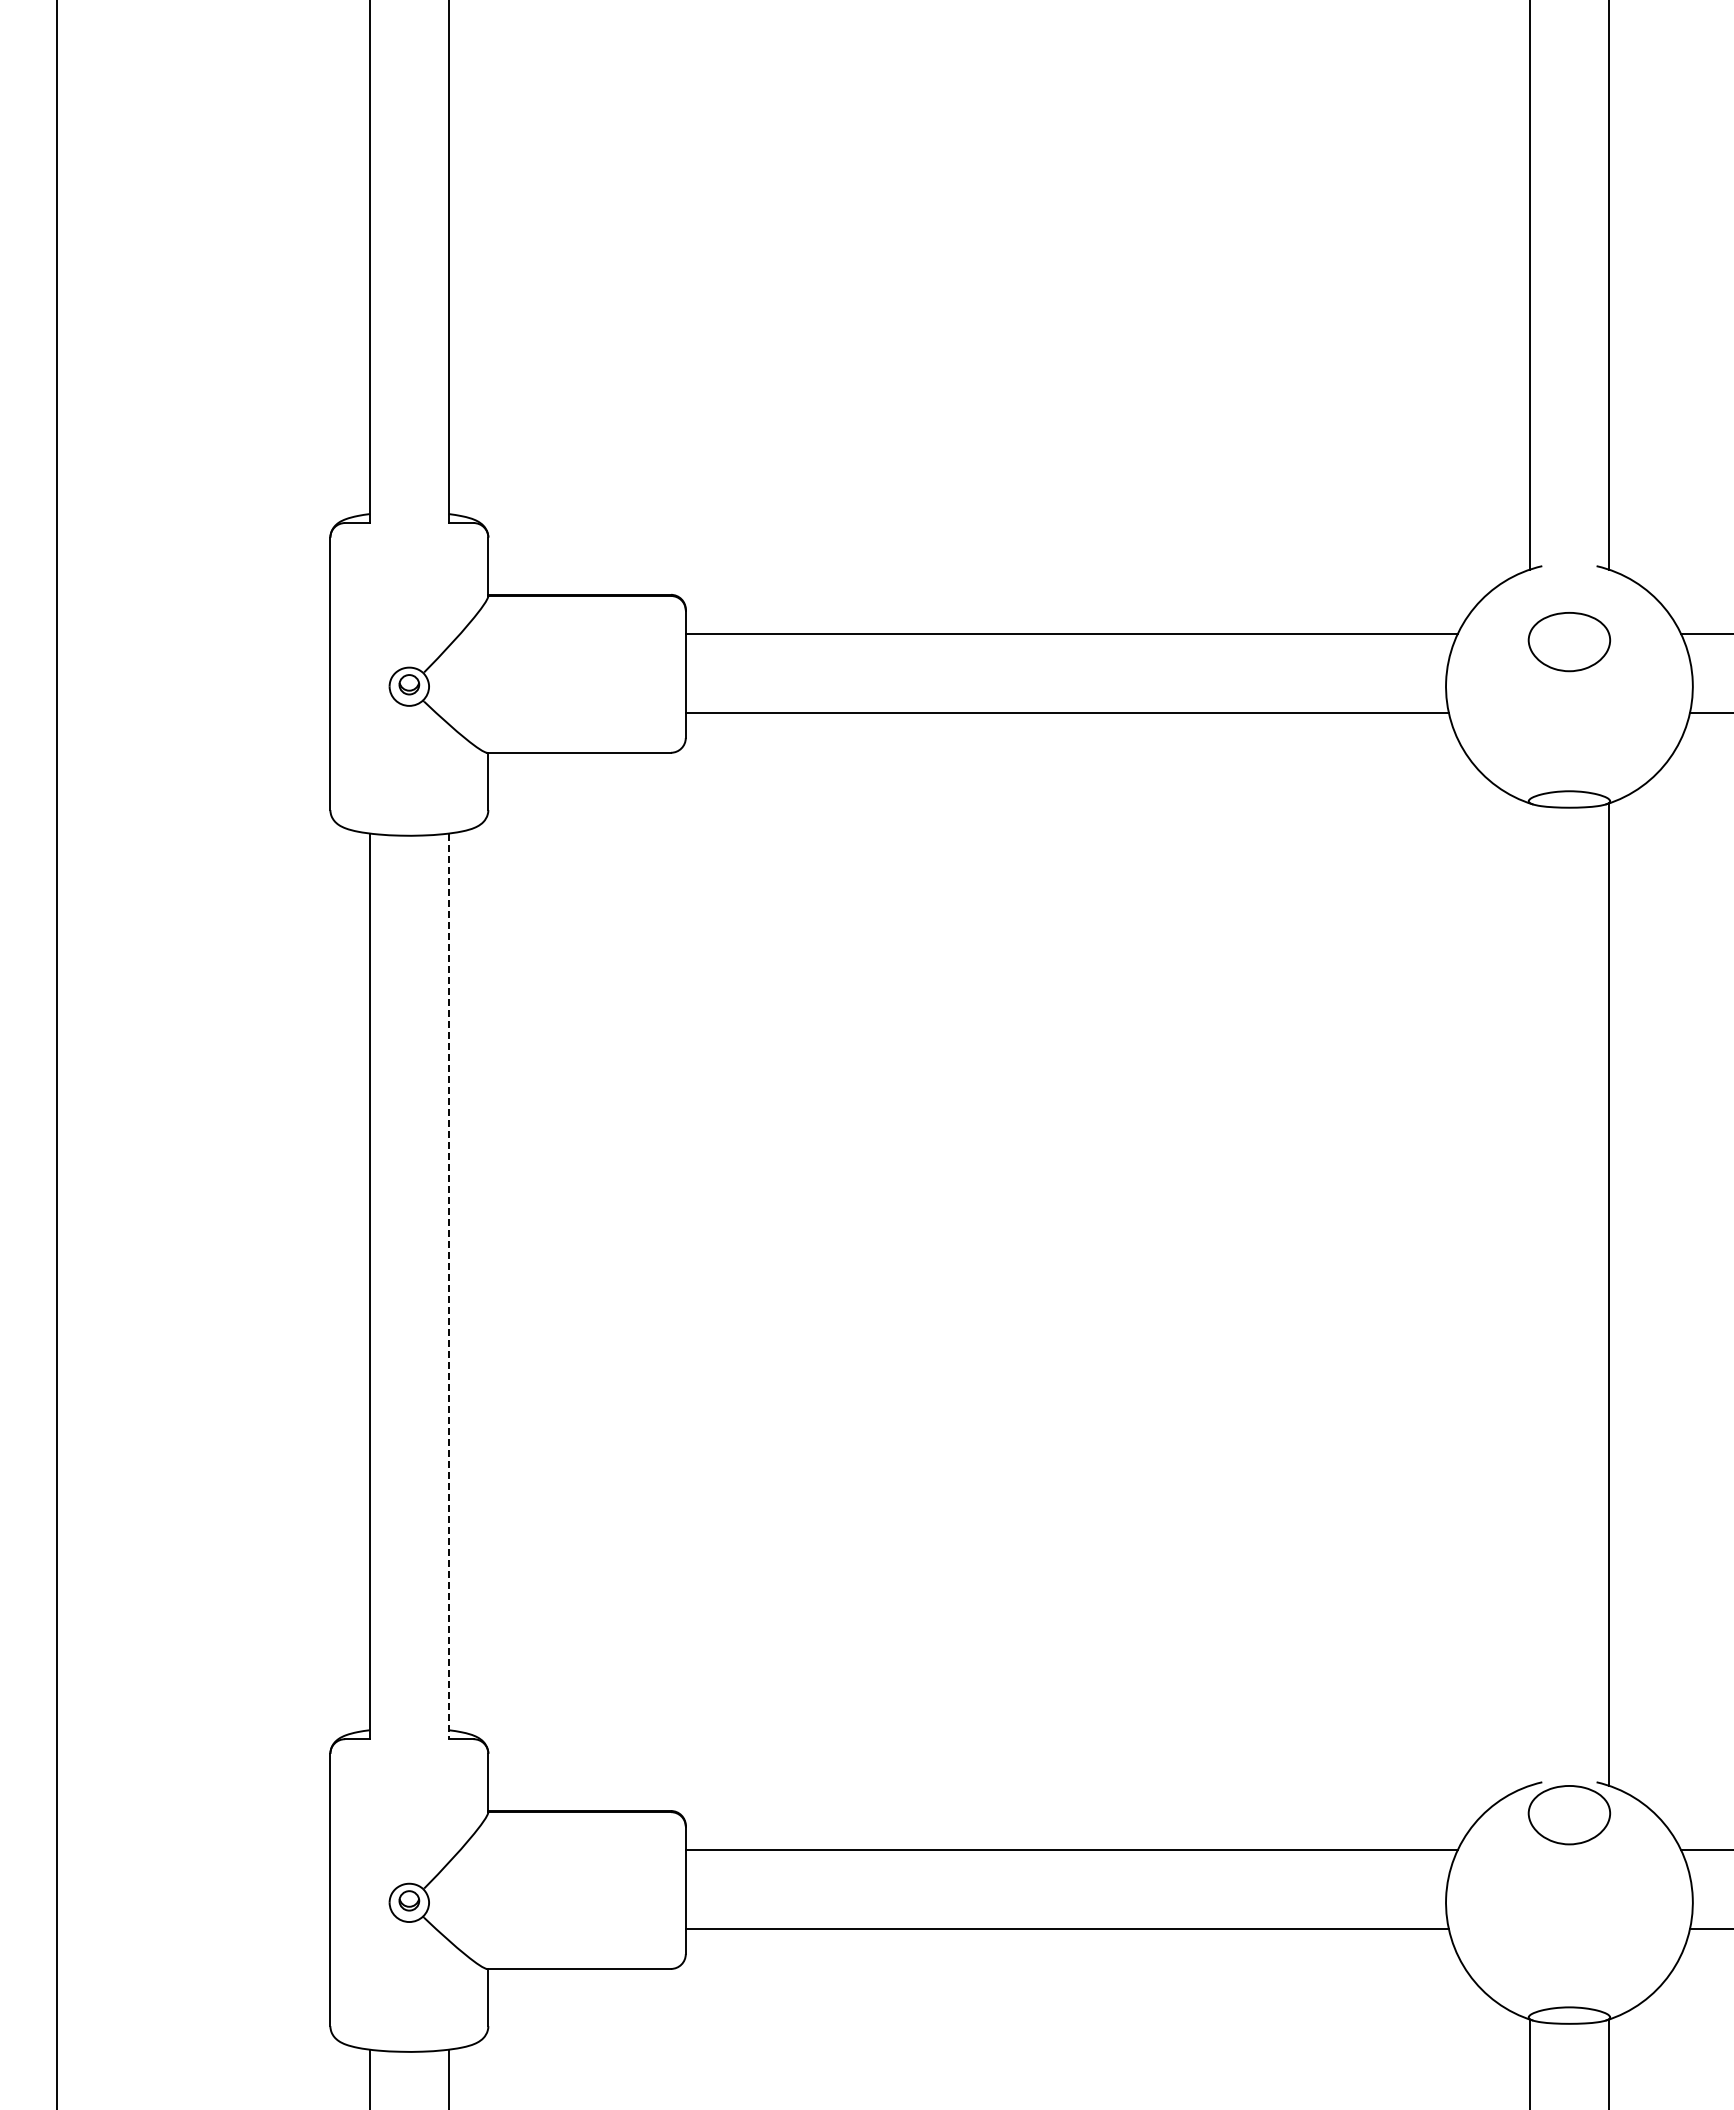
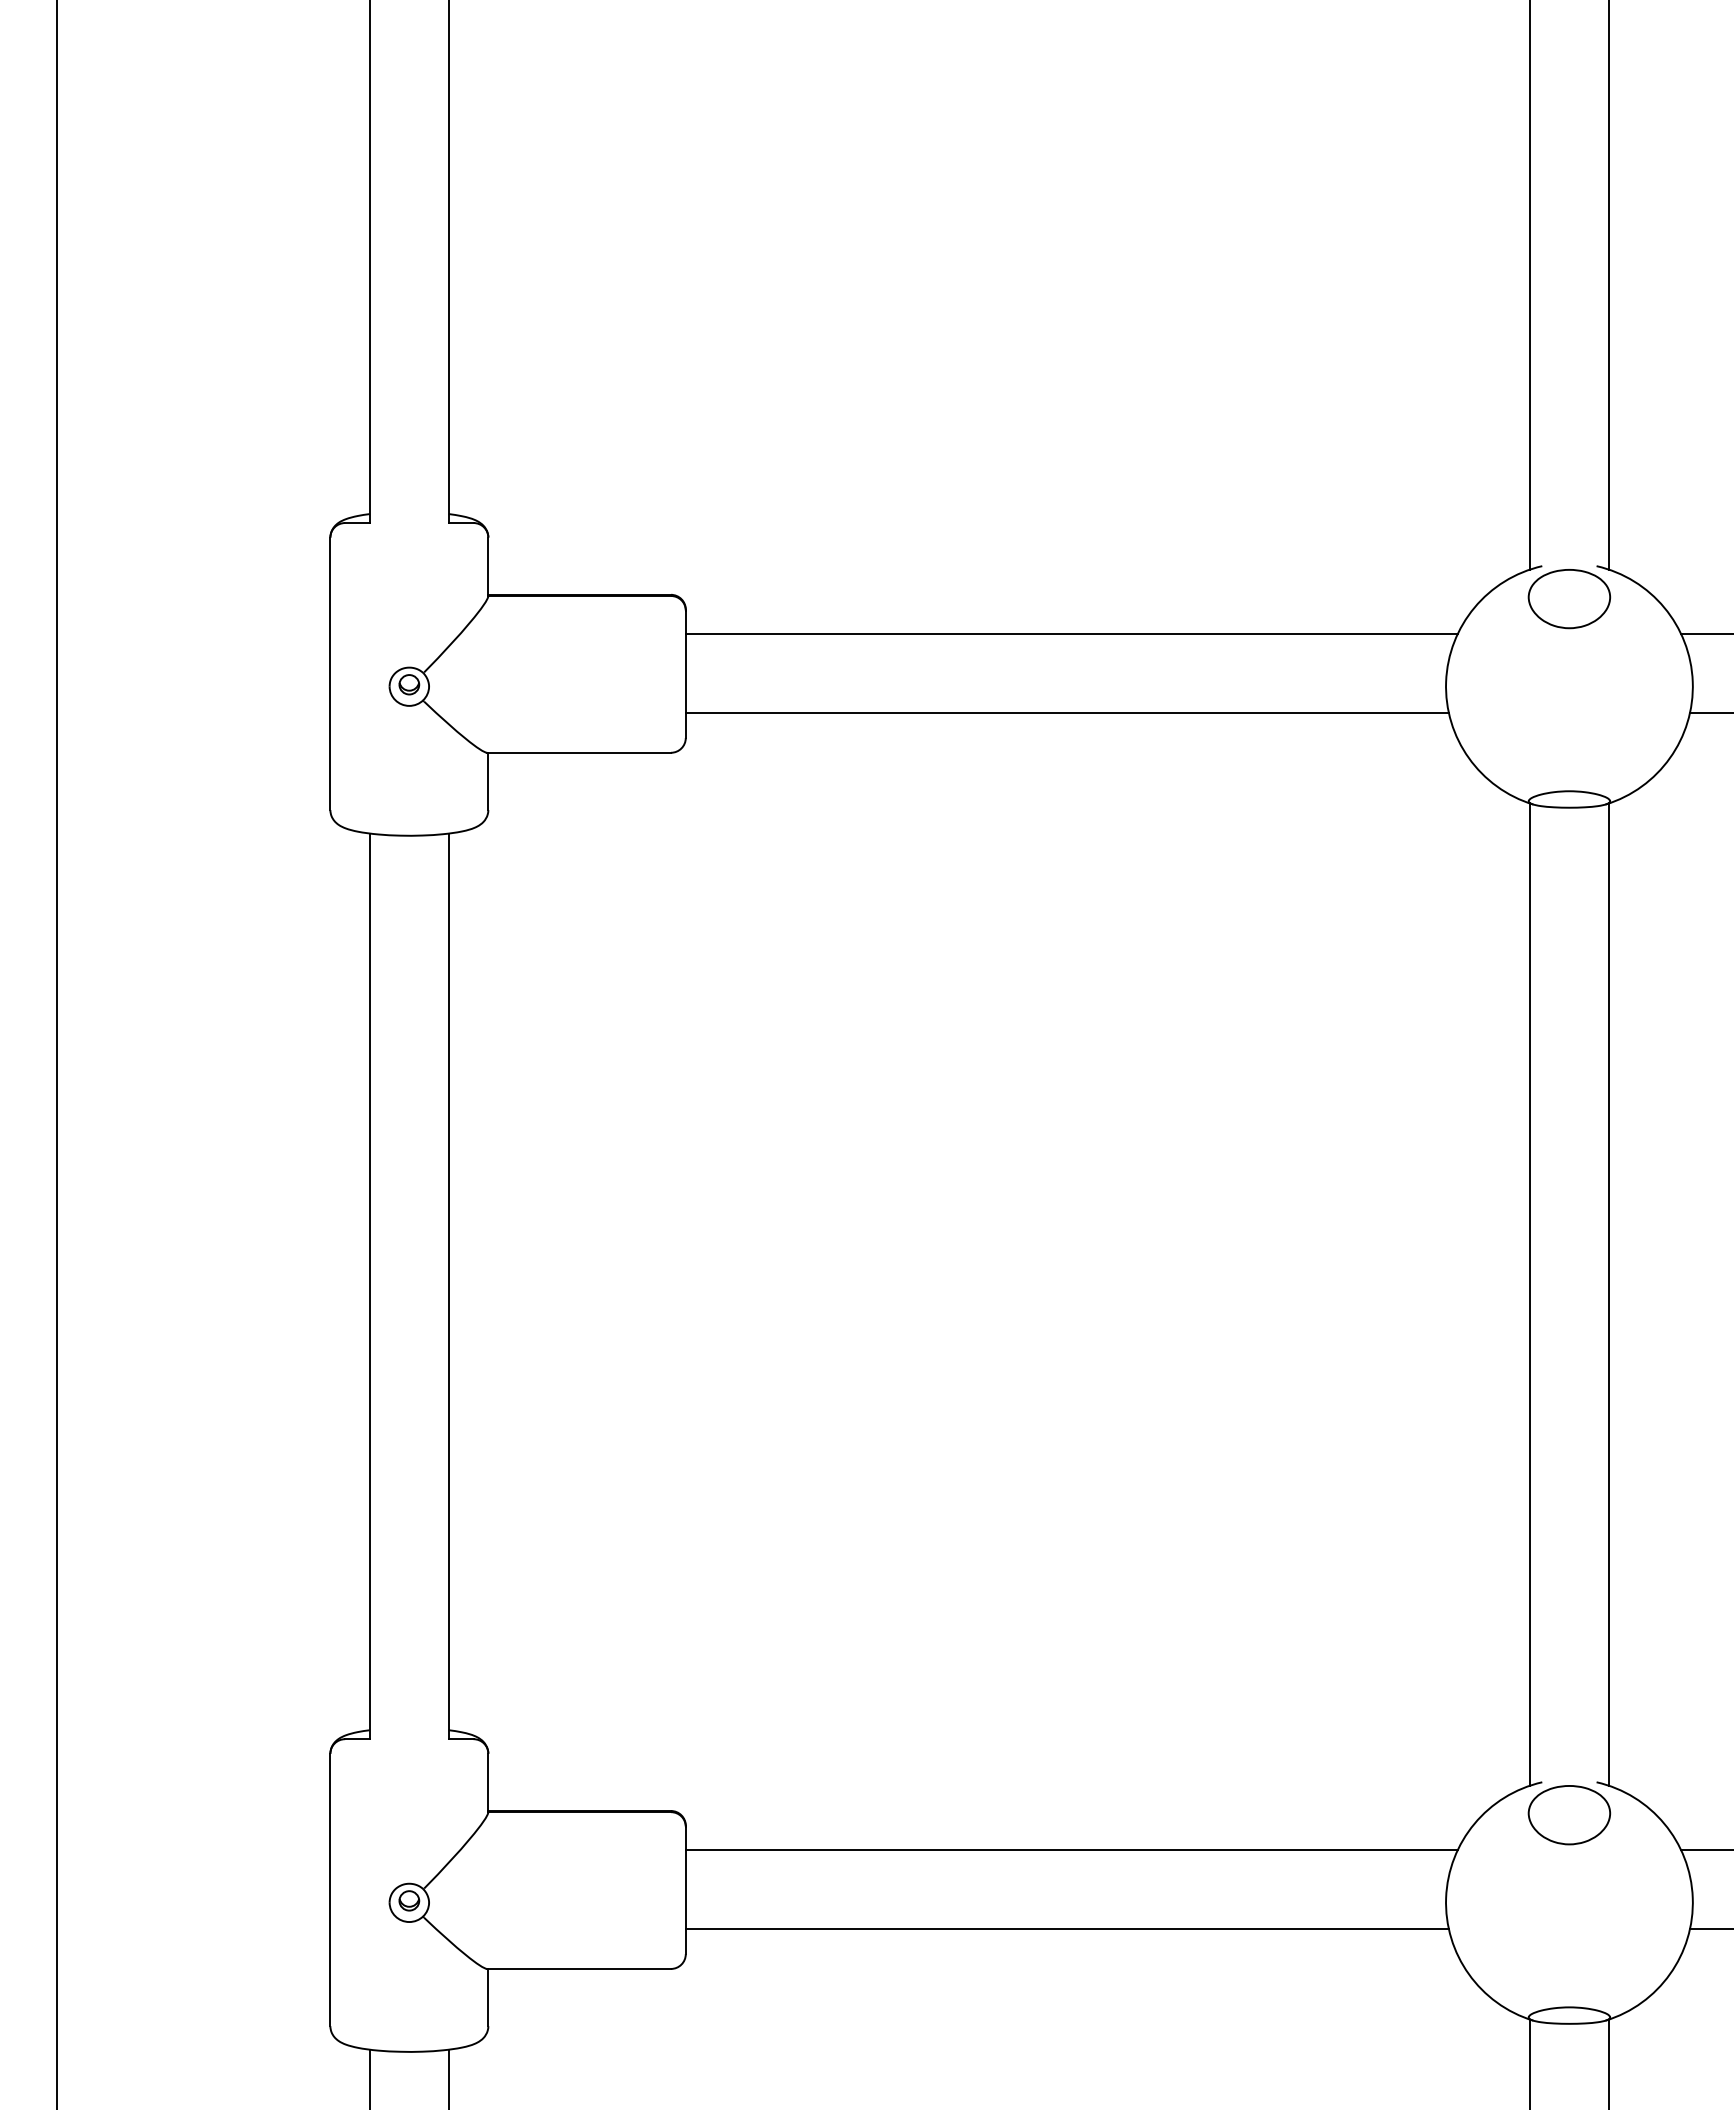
part at (1569, 642) position: (1569, 642) -> (1569, 599)
line at (448, 1286): dashed -> solid
line at (1529, 1294): none -> present
